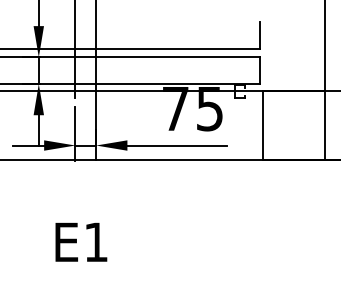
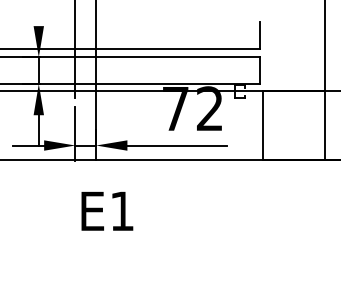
line at (38, 14): present -> none
text at (209, 108): 75 -> 72
text at (81, 242) position: (81, 242) -> (107, 211)
